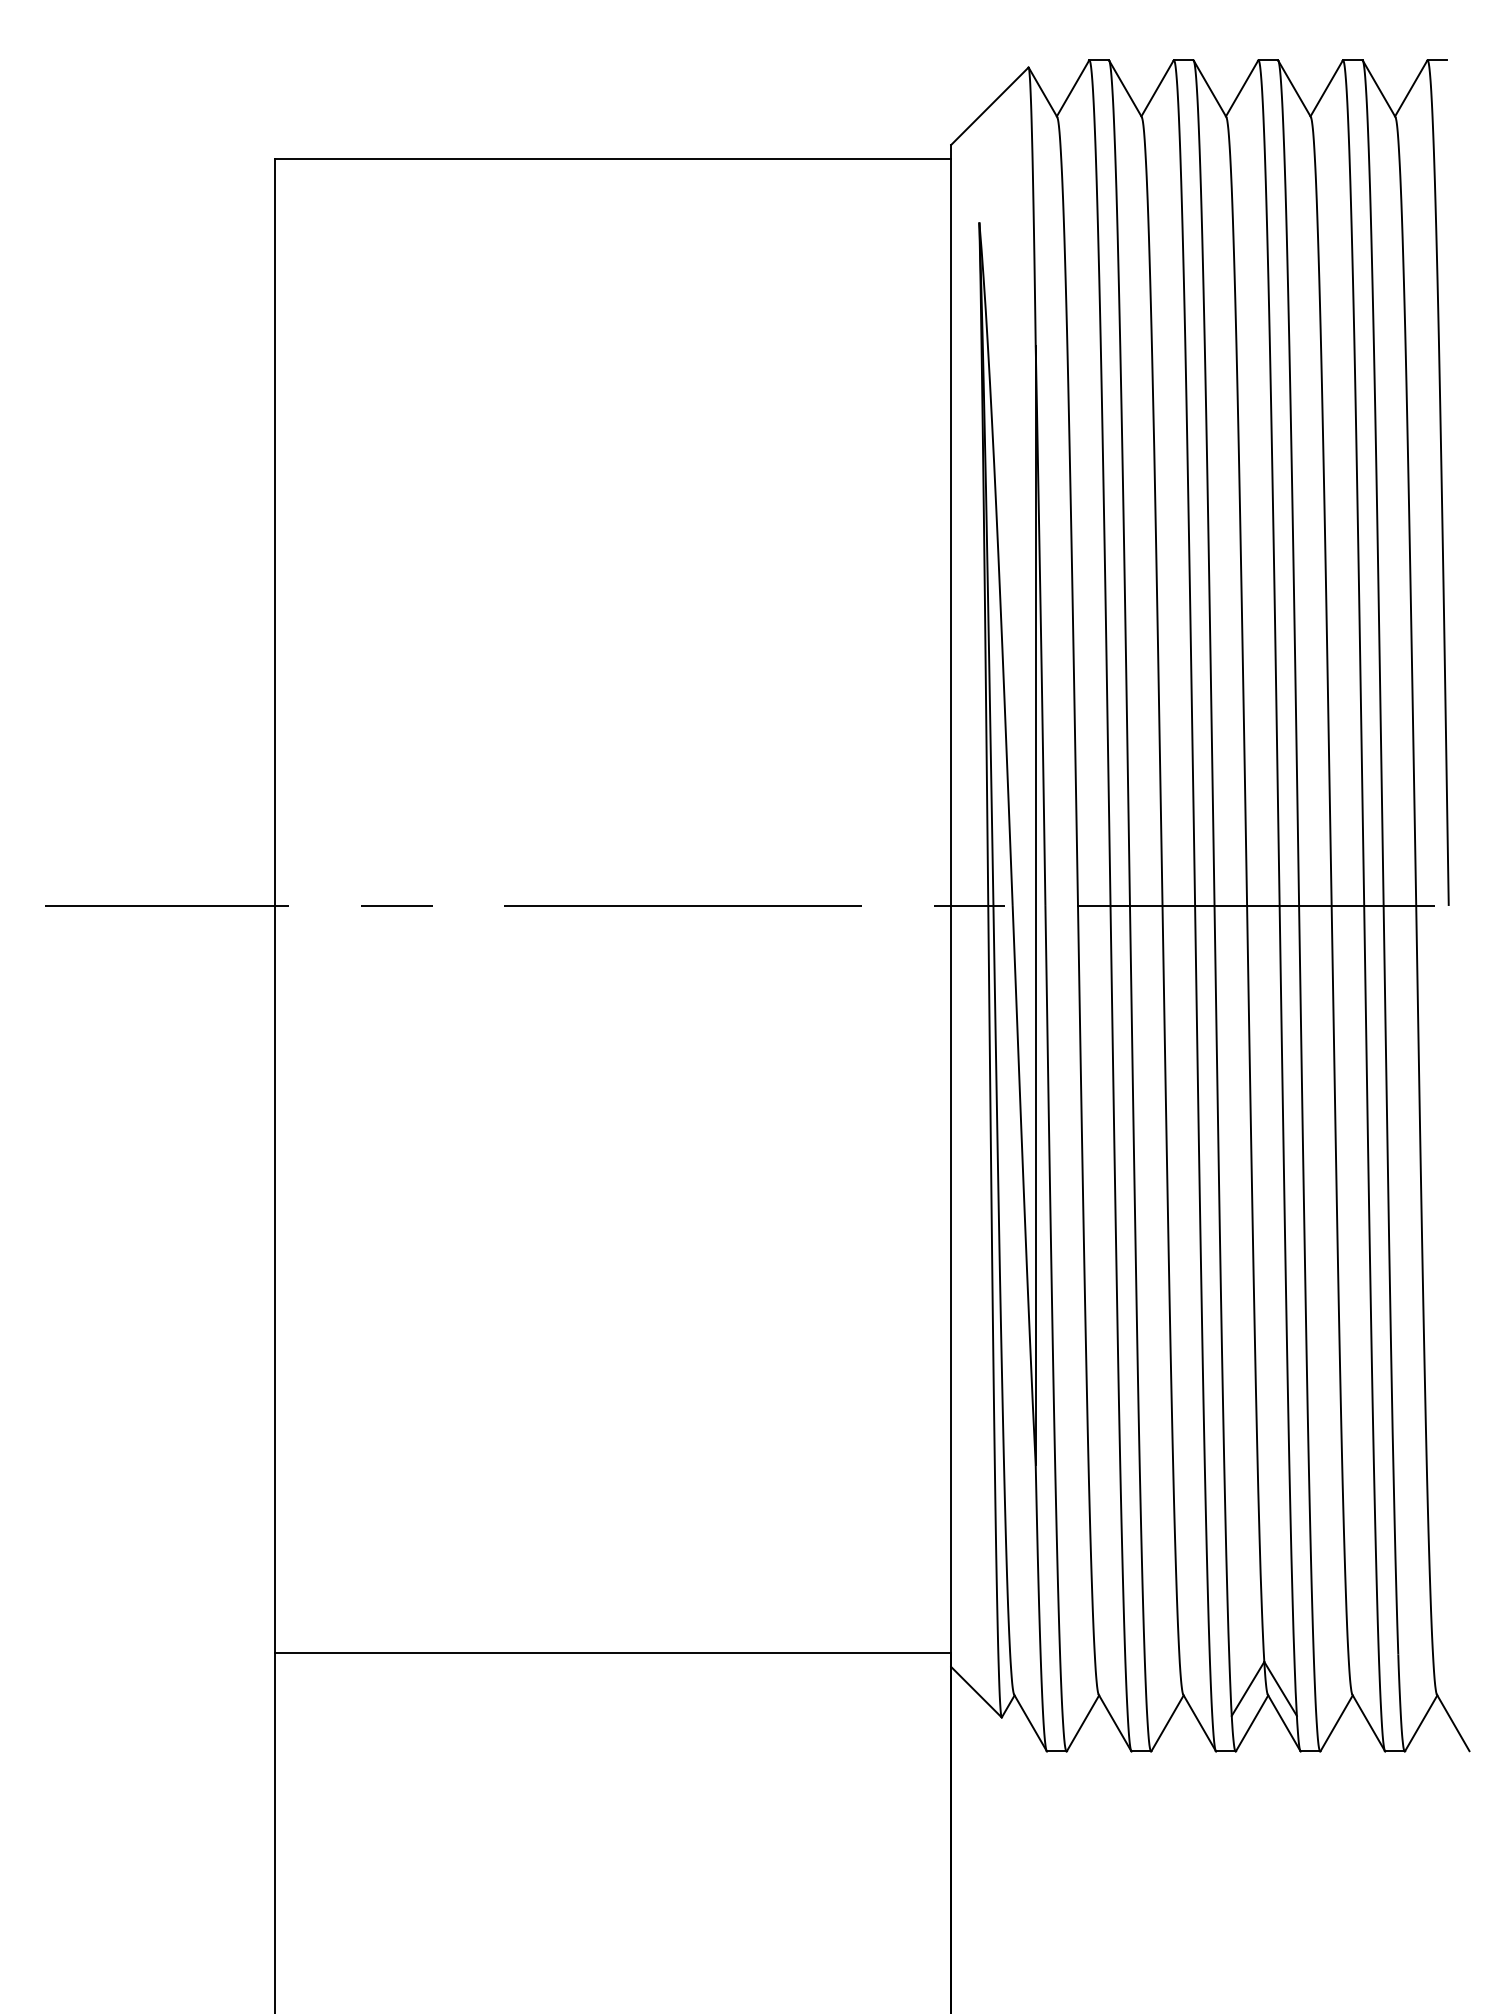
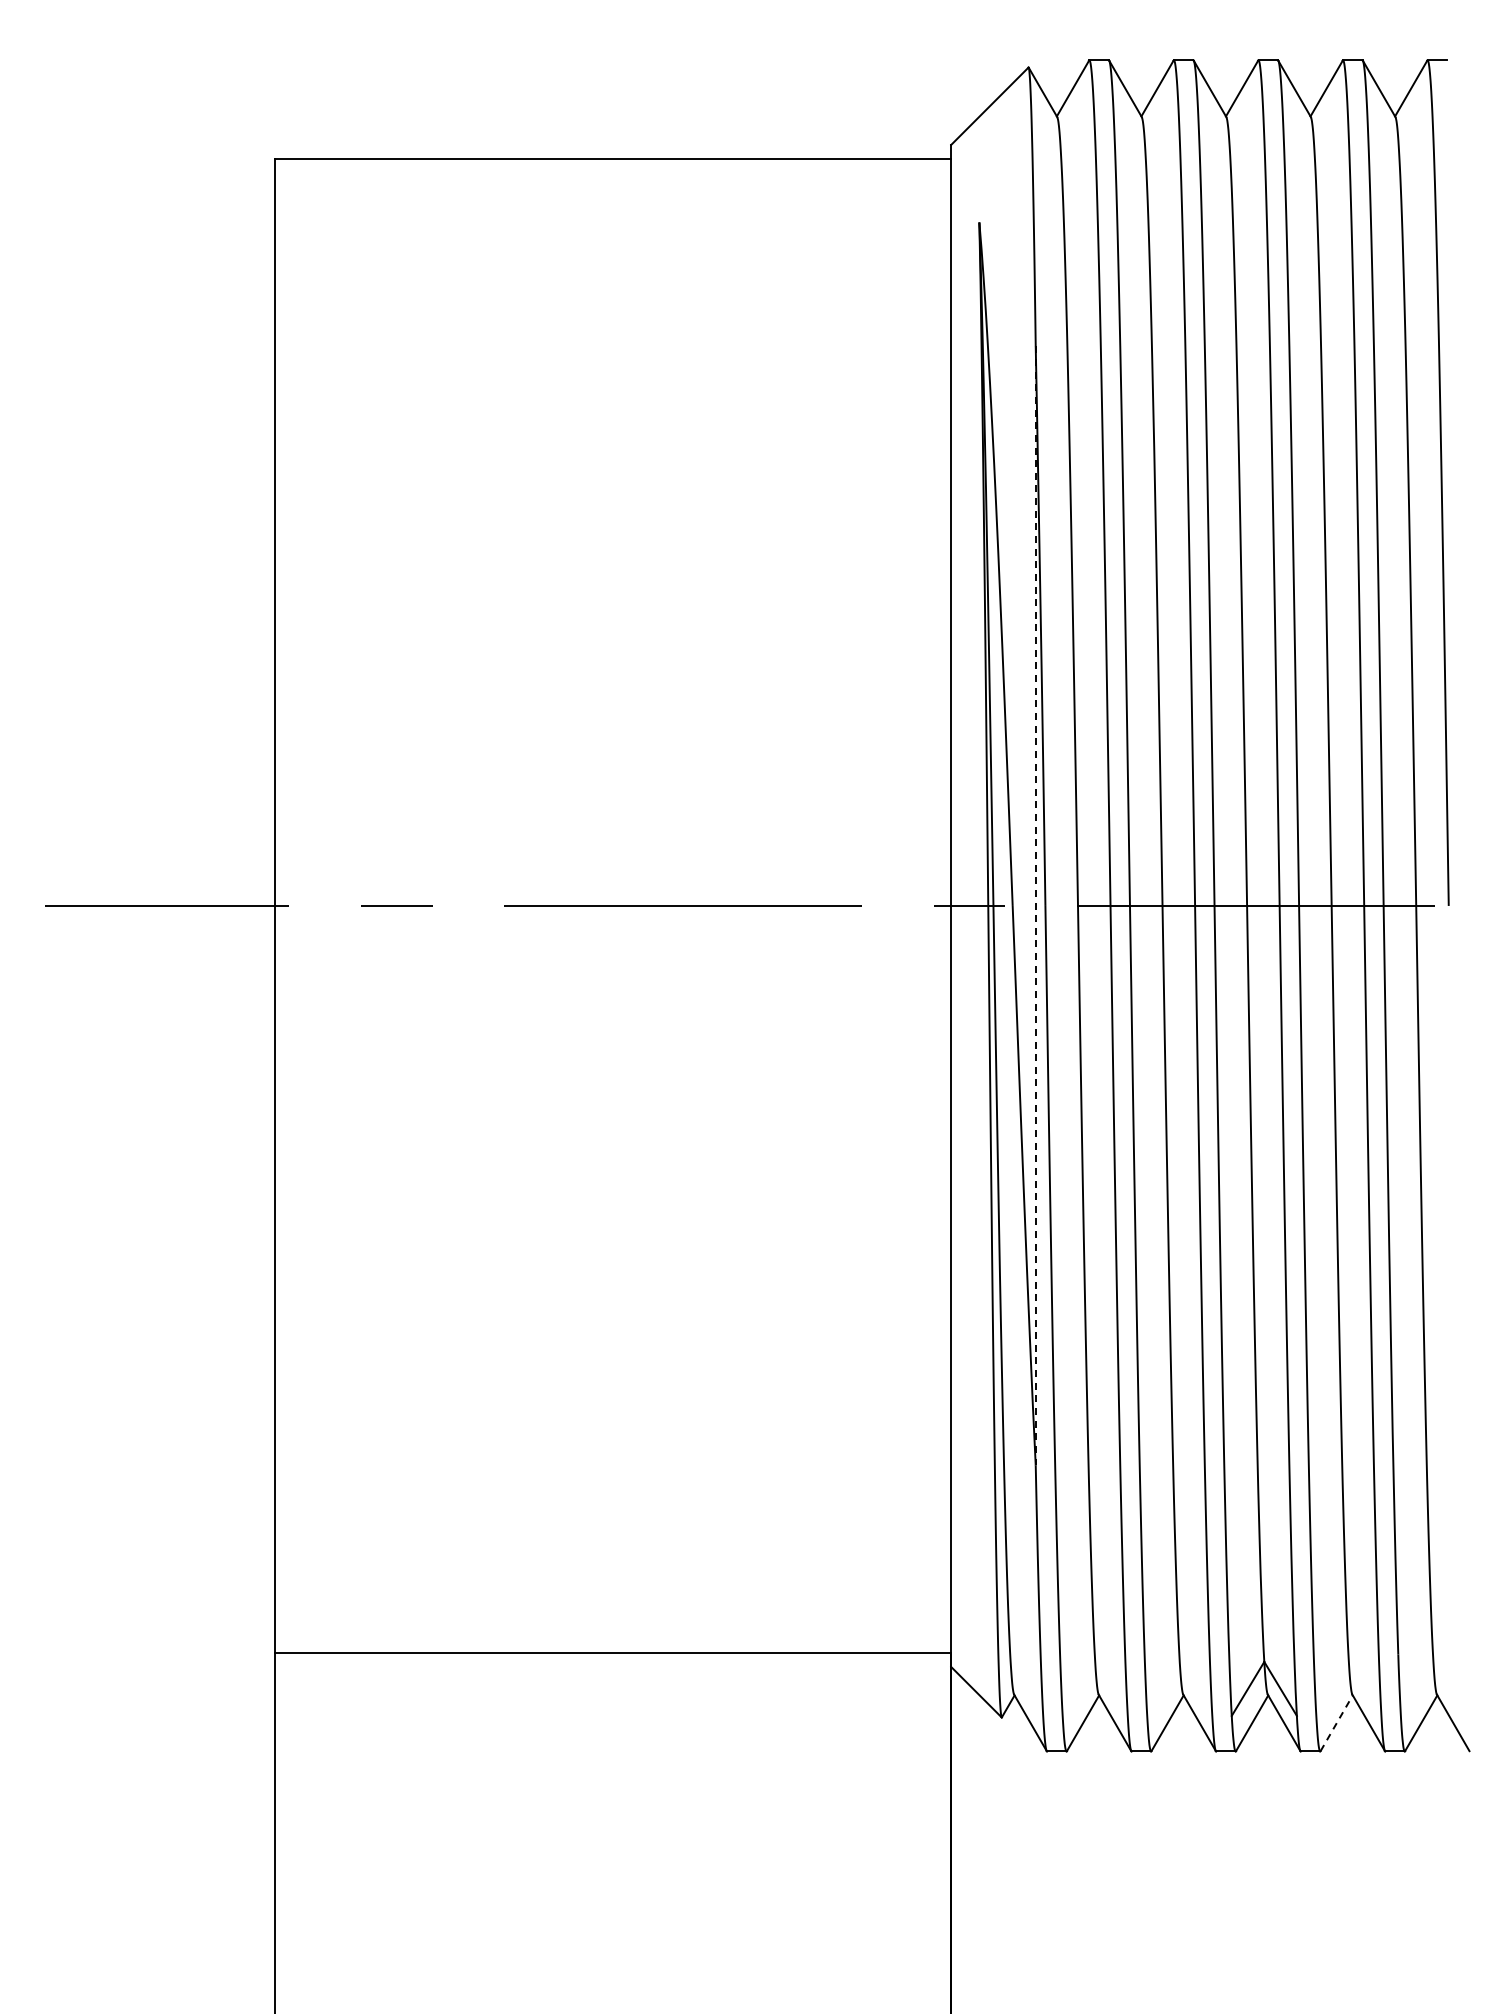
line at (1035, 906): solid -> dashed
line at (1336, 1722): solid -> dashed
